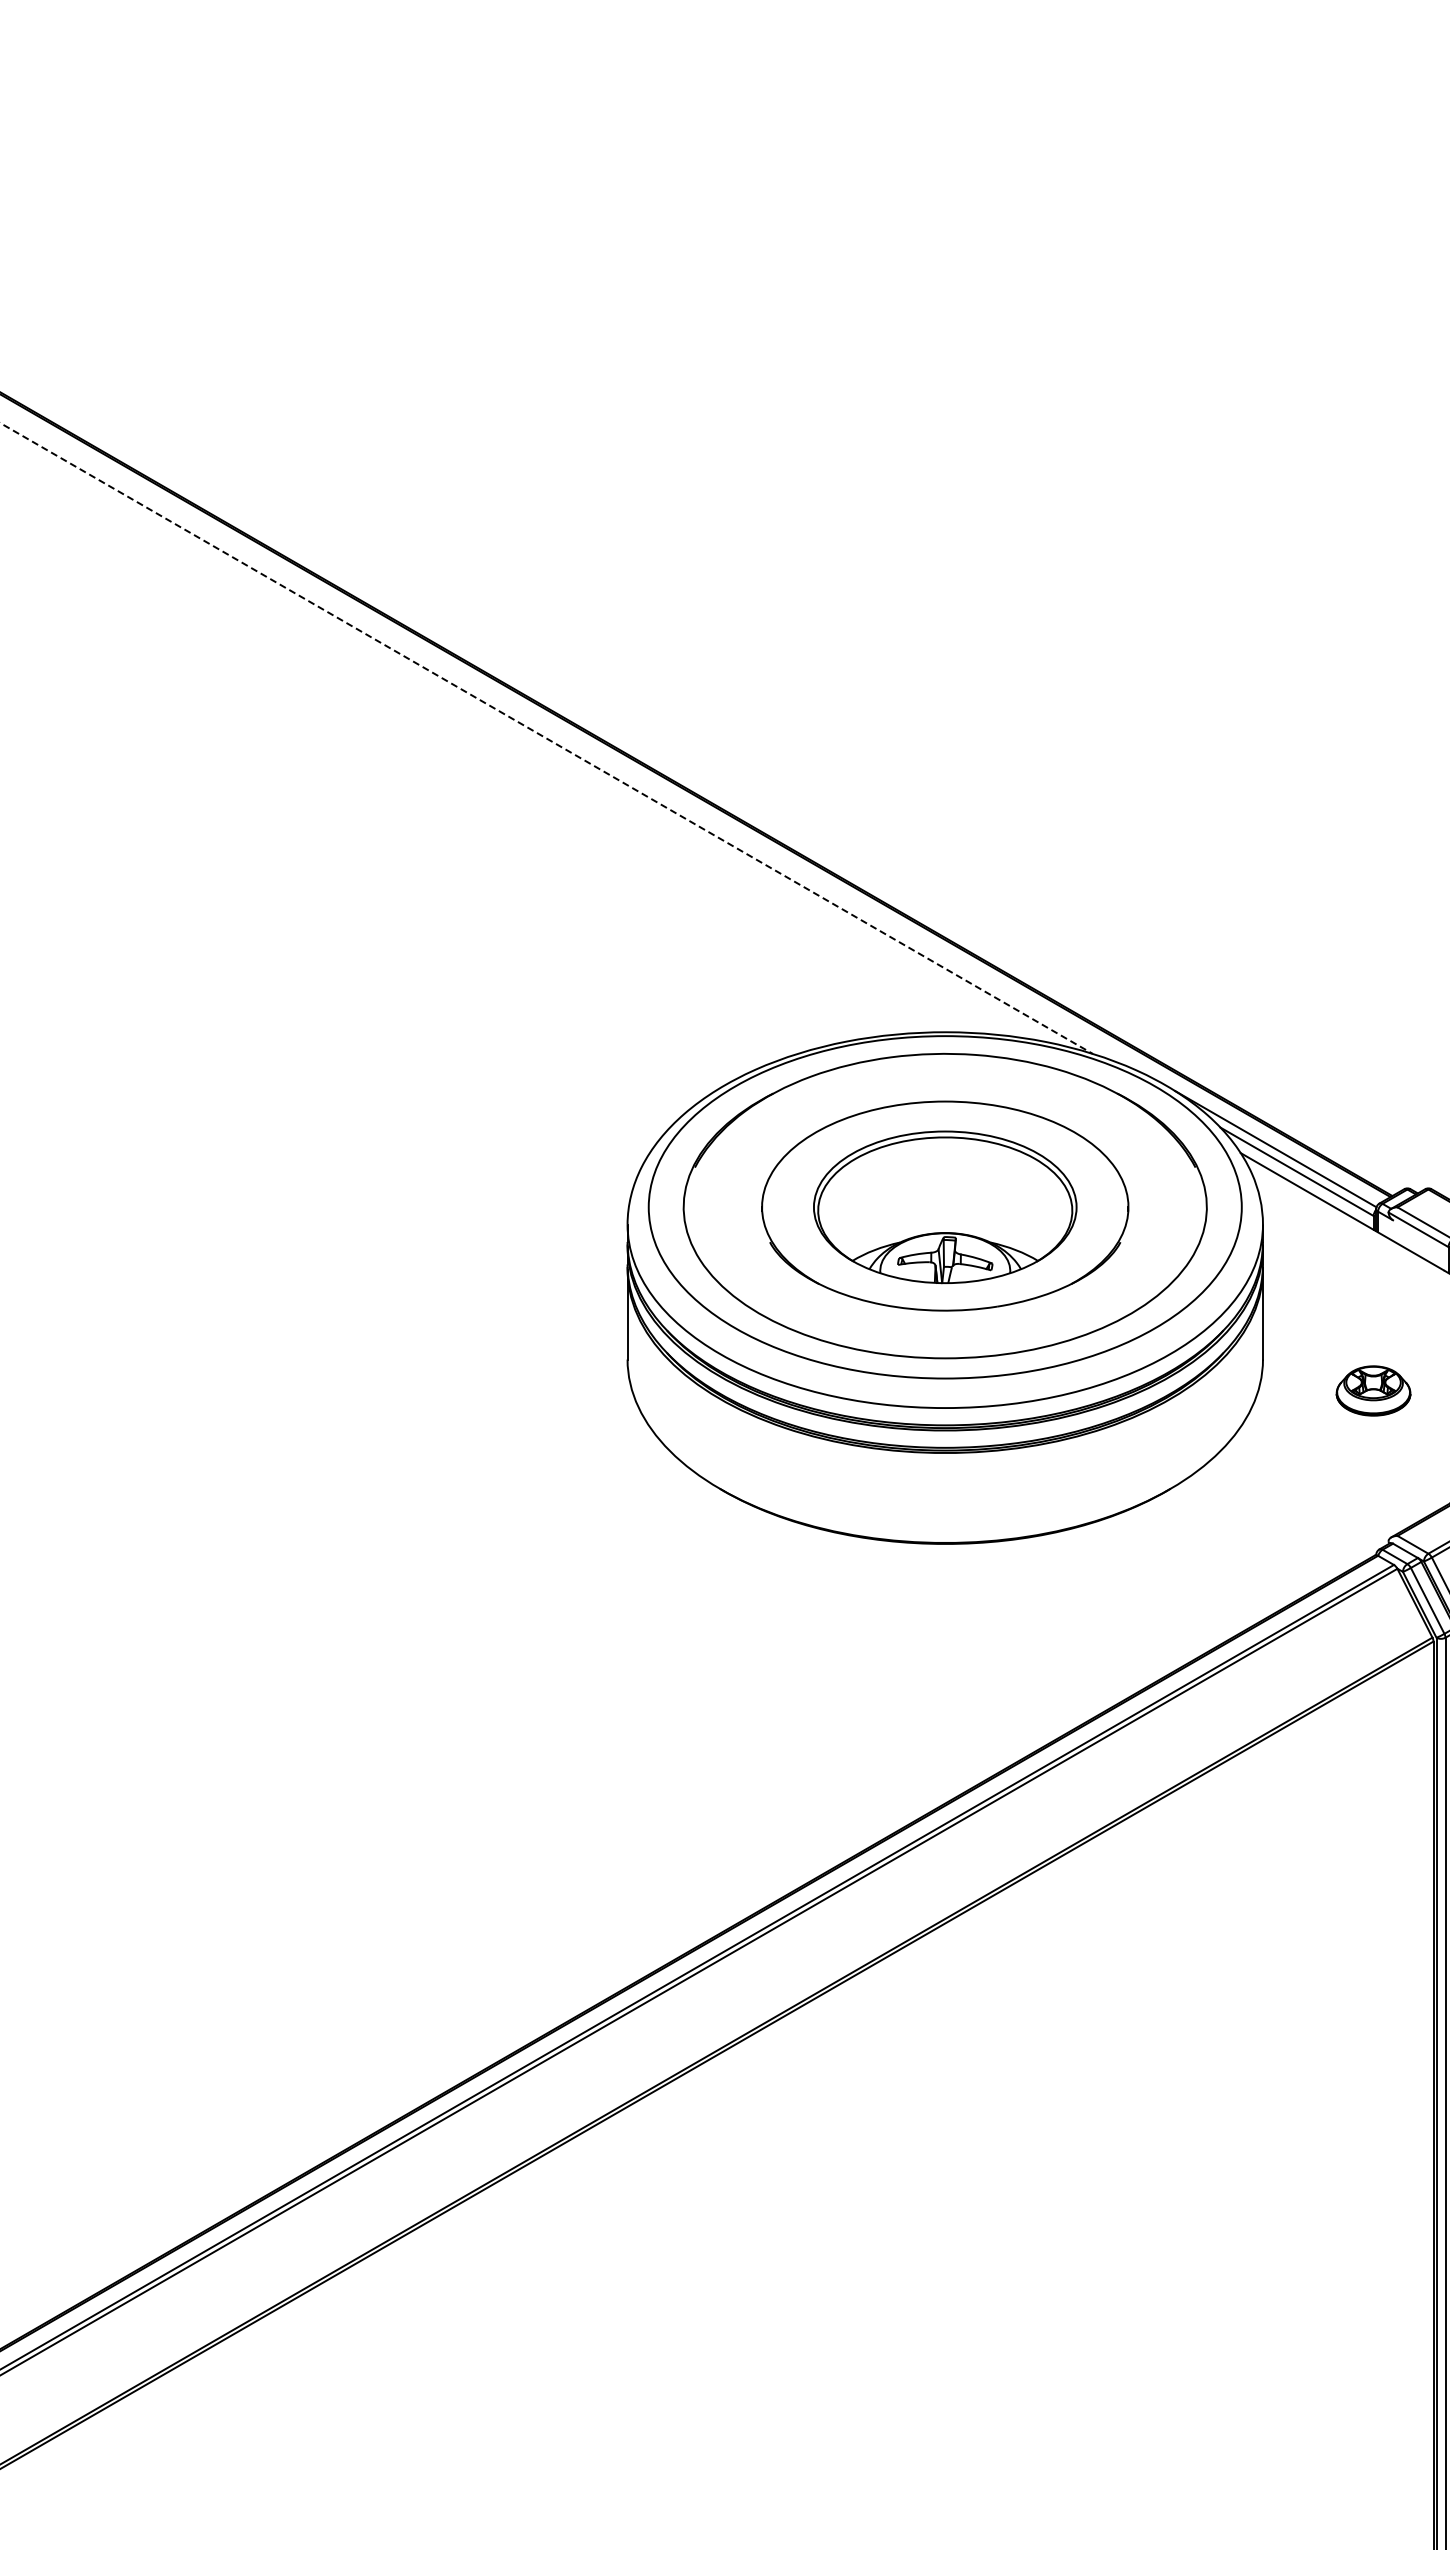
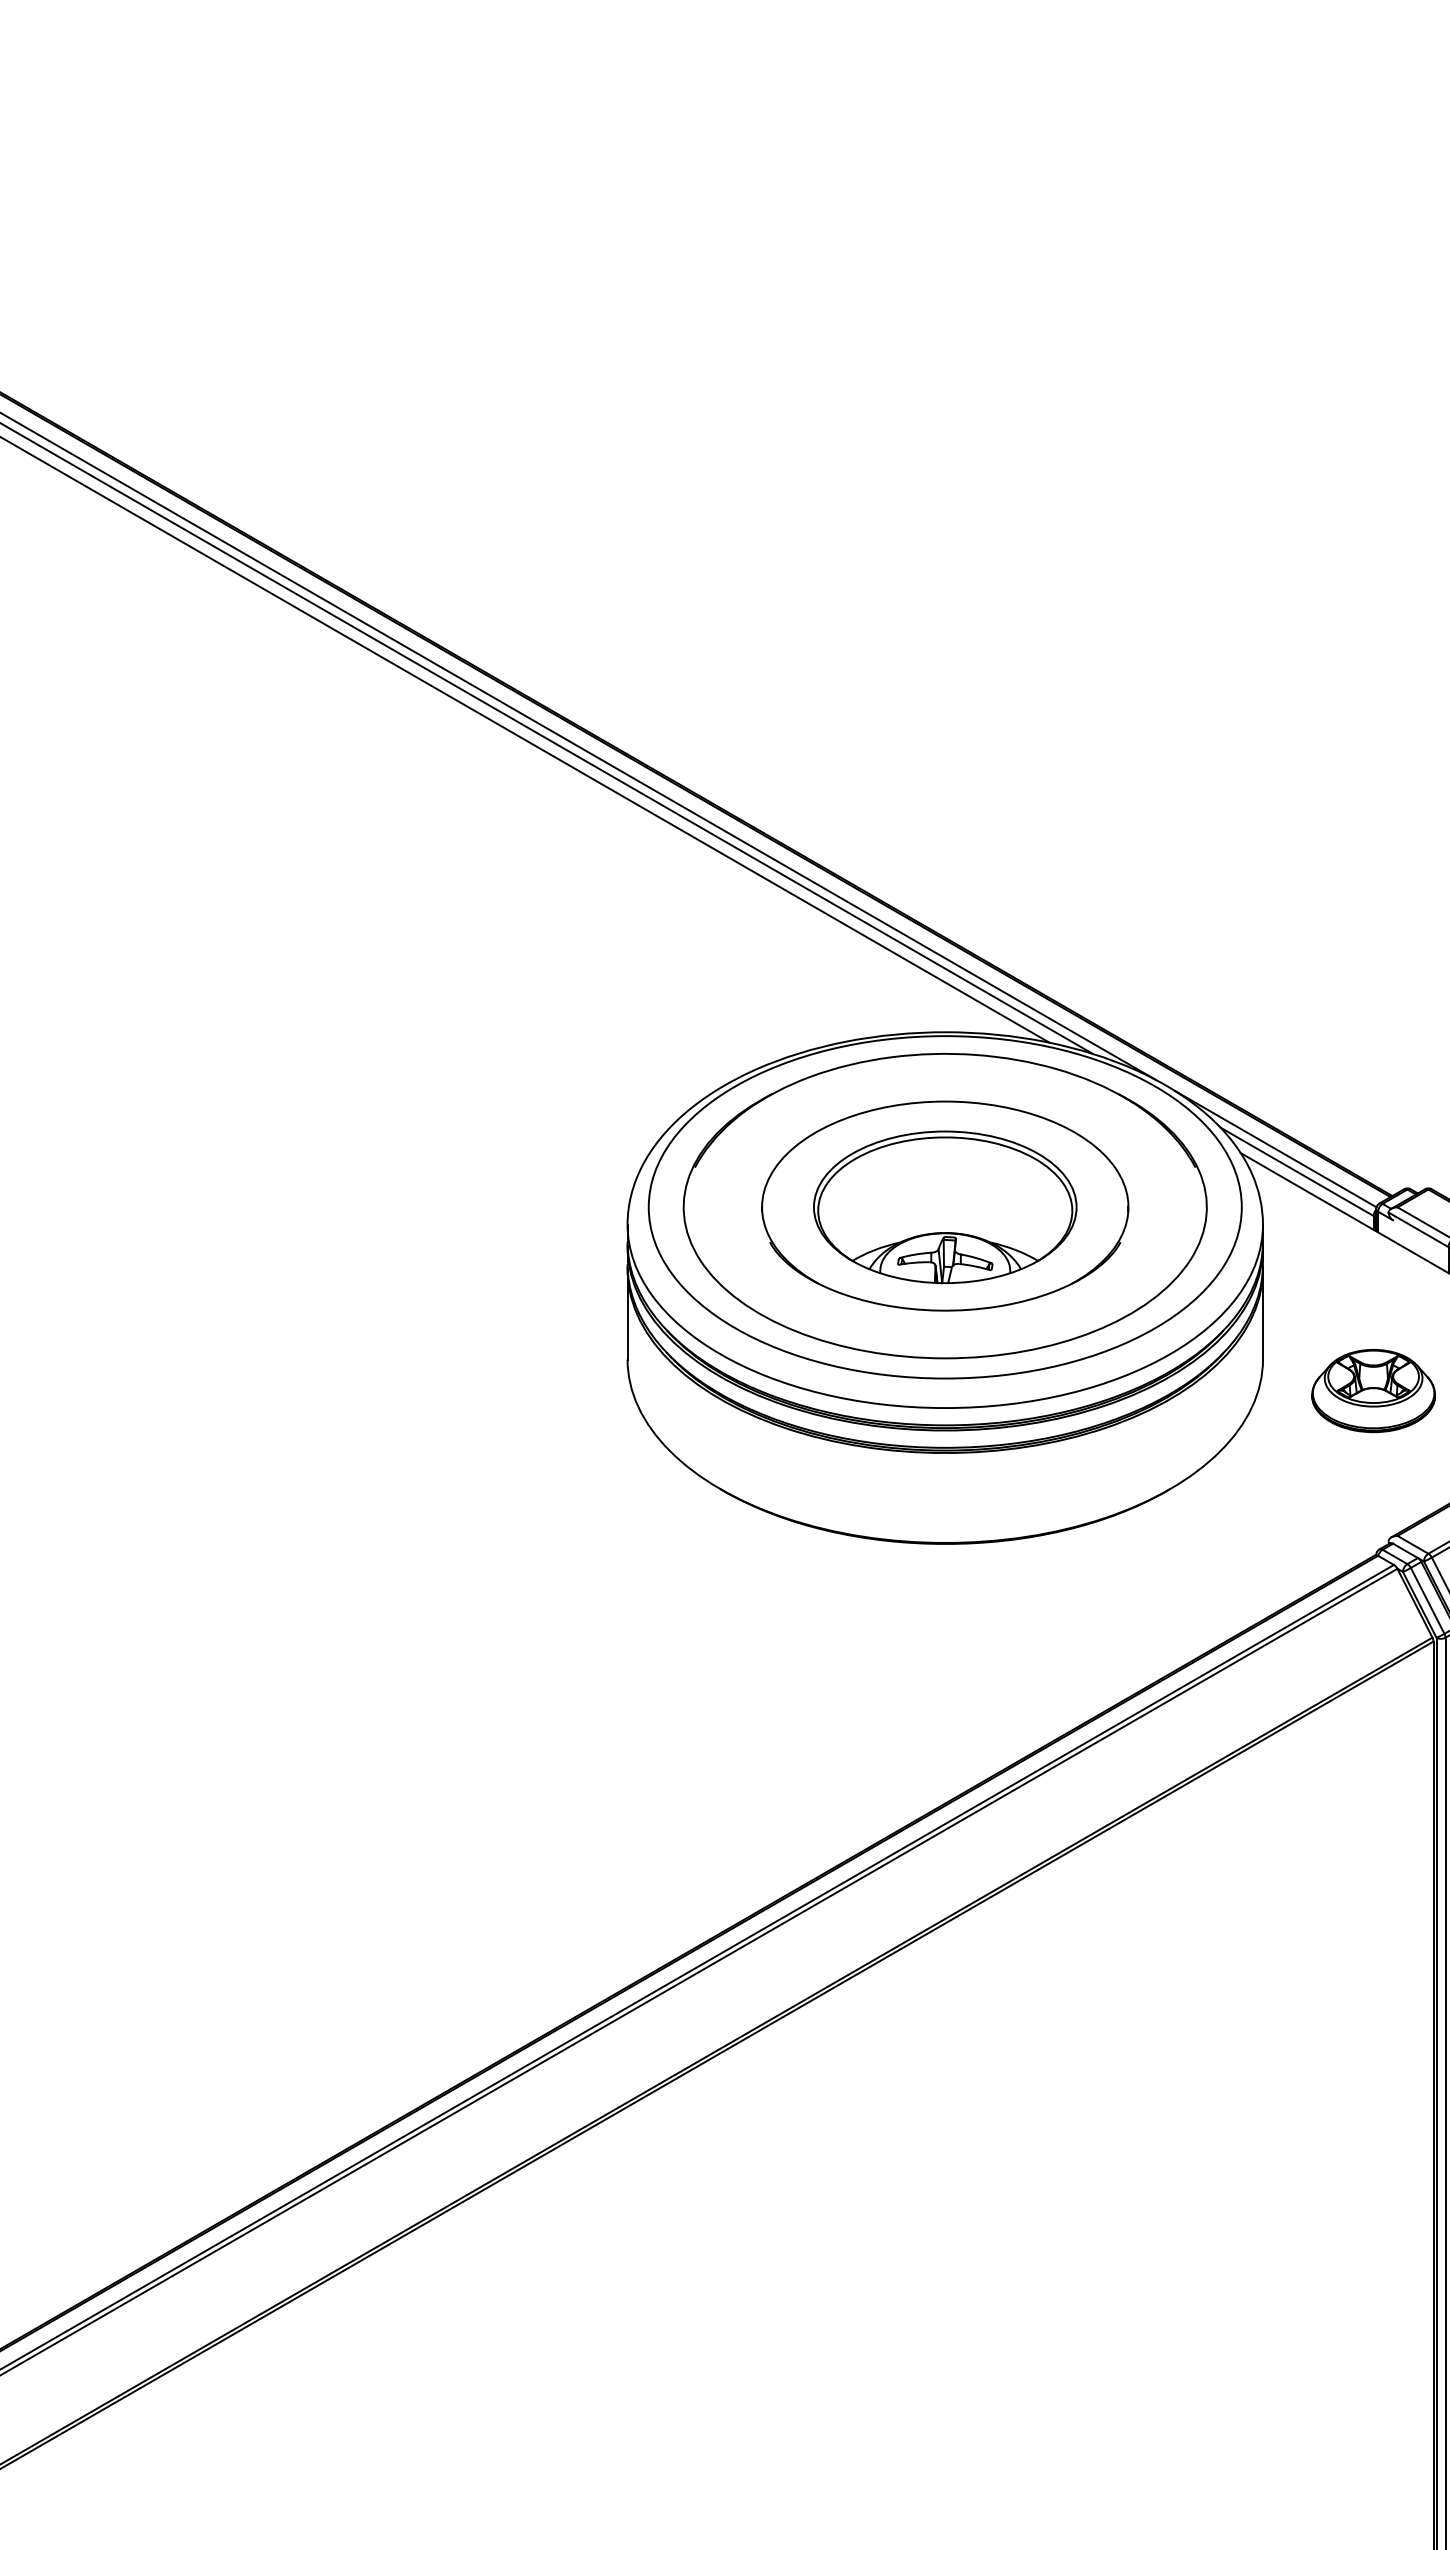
line at (547, 738): dashed -> solid
line at (525, 740): none -> present
line at (578, 746): none -> present
part at (1373, 1390) size: 77x52 px -> 125x86 px
